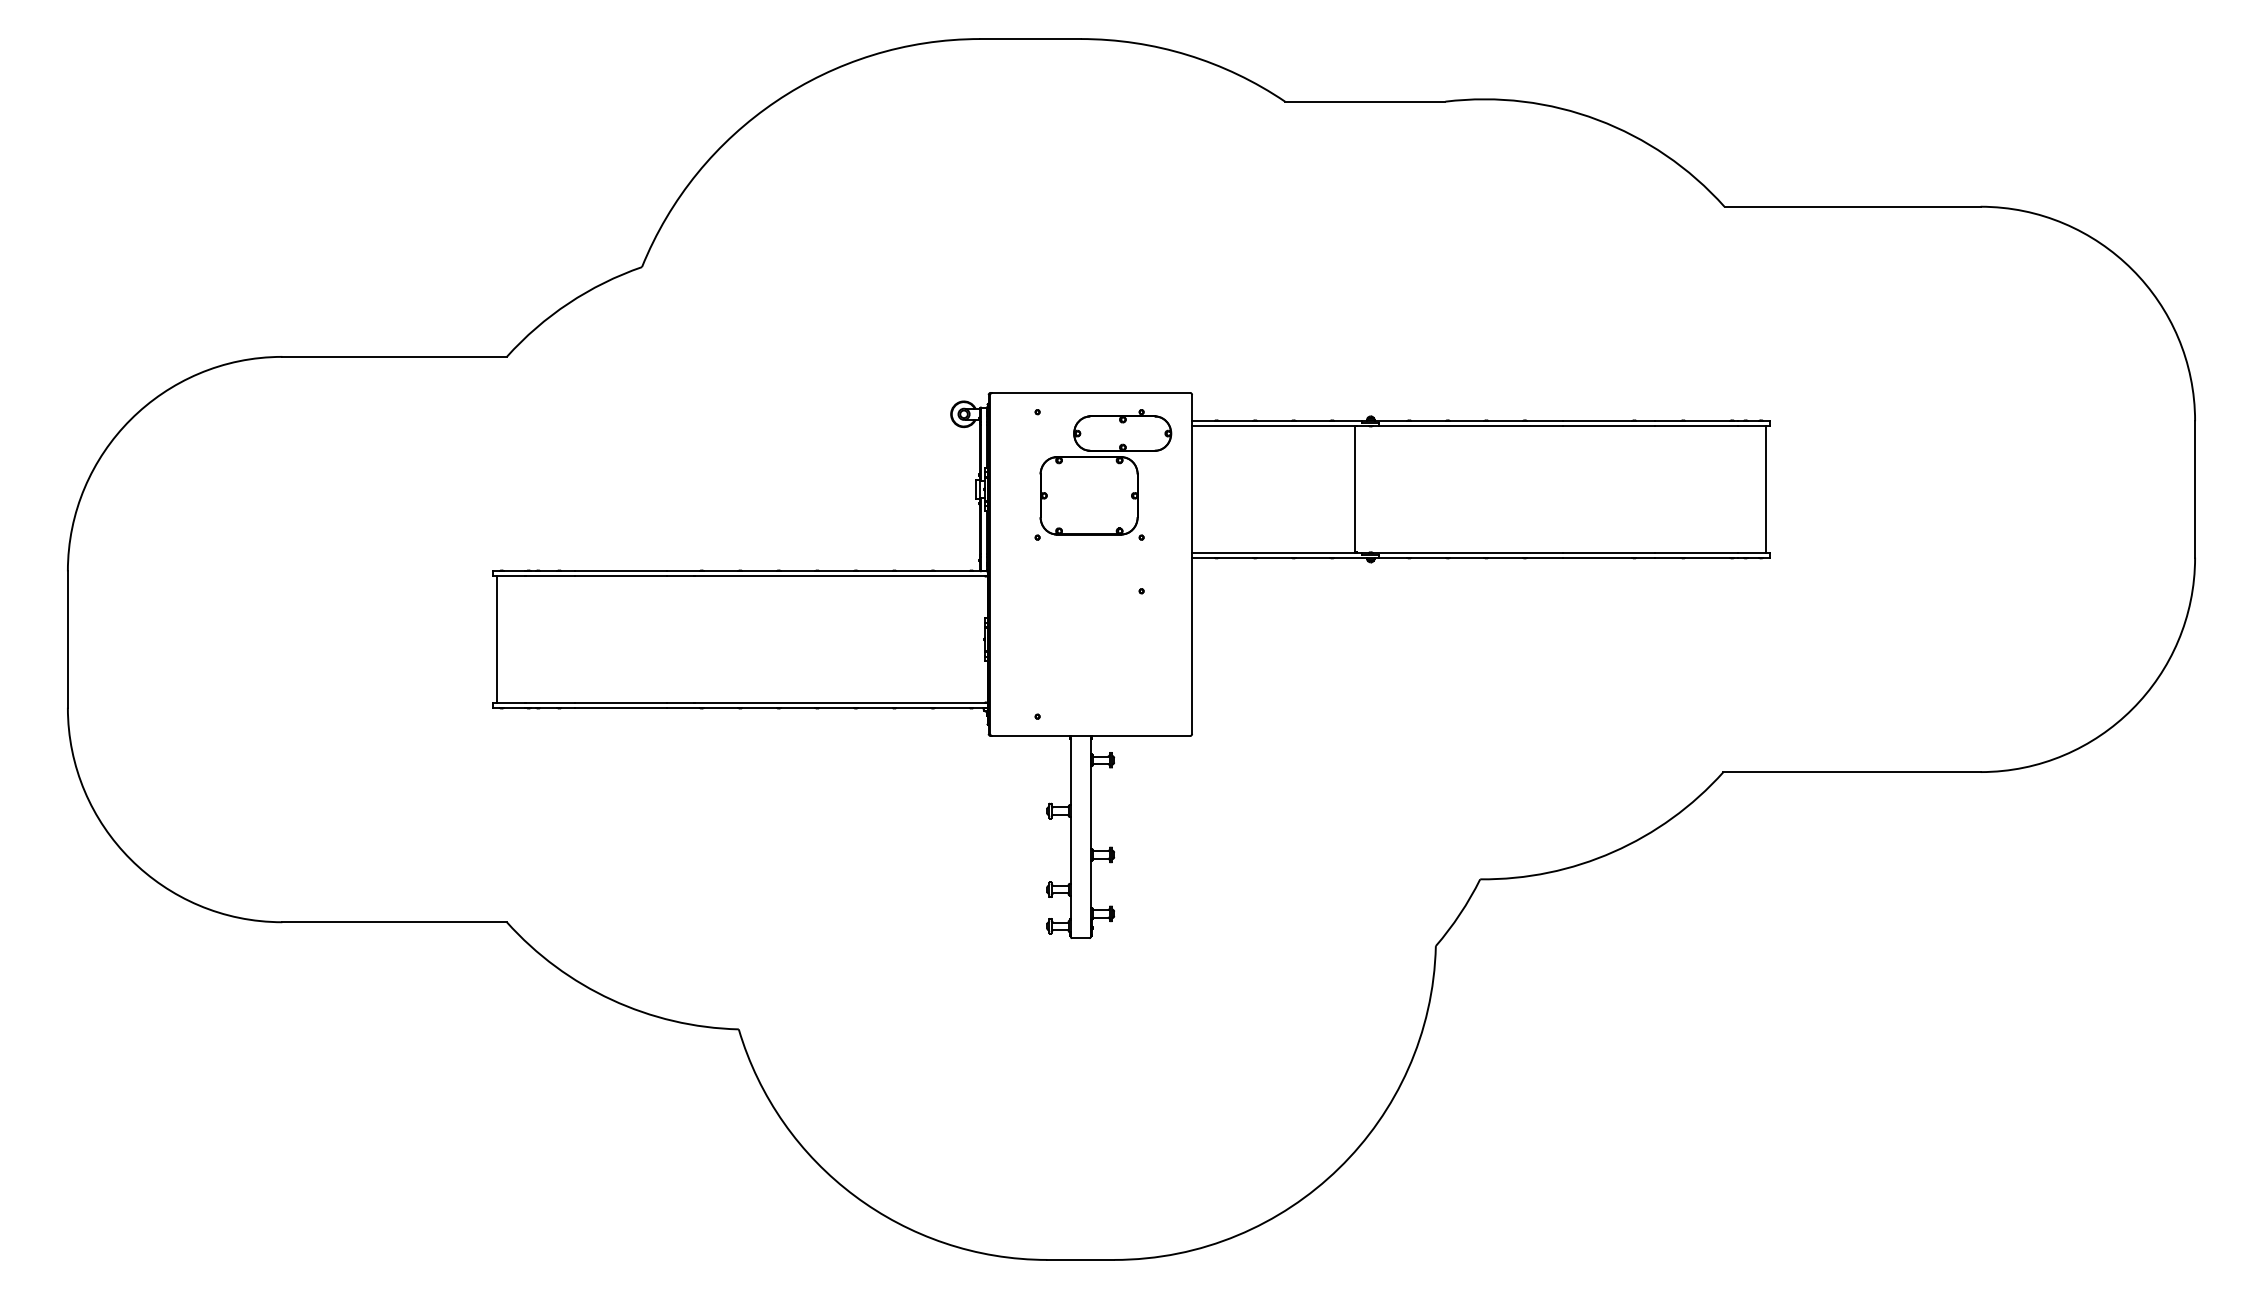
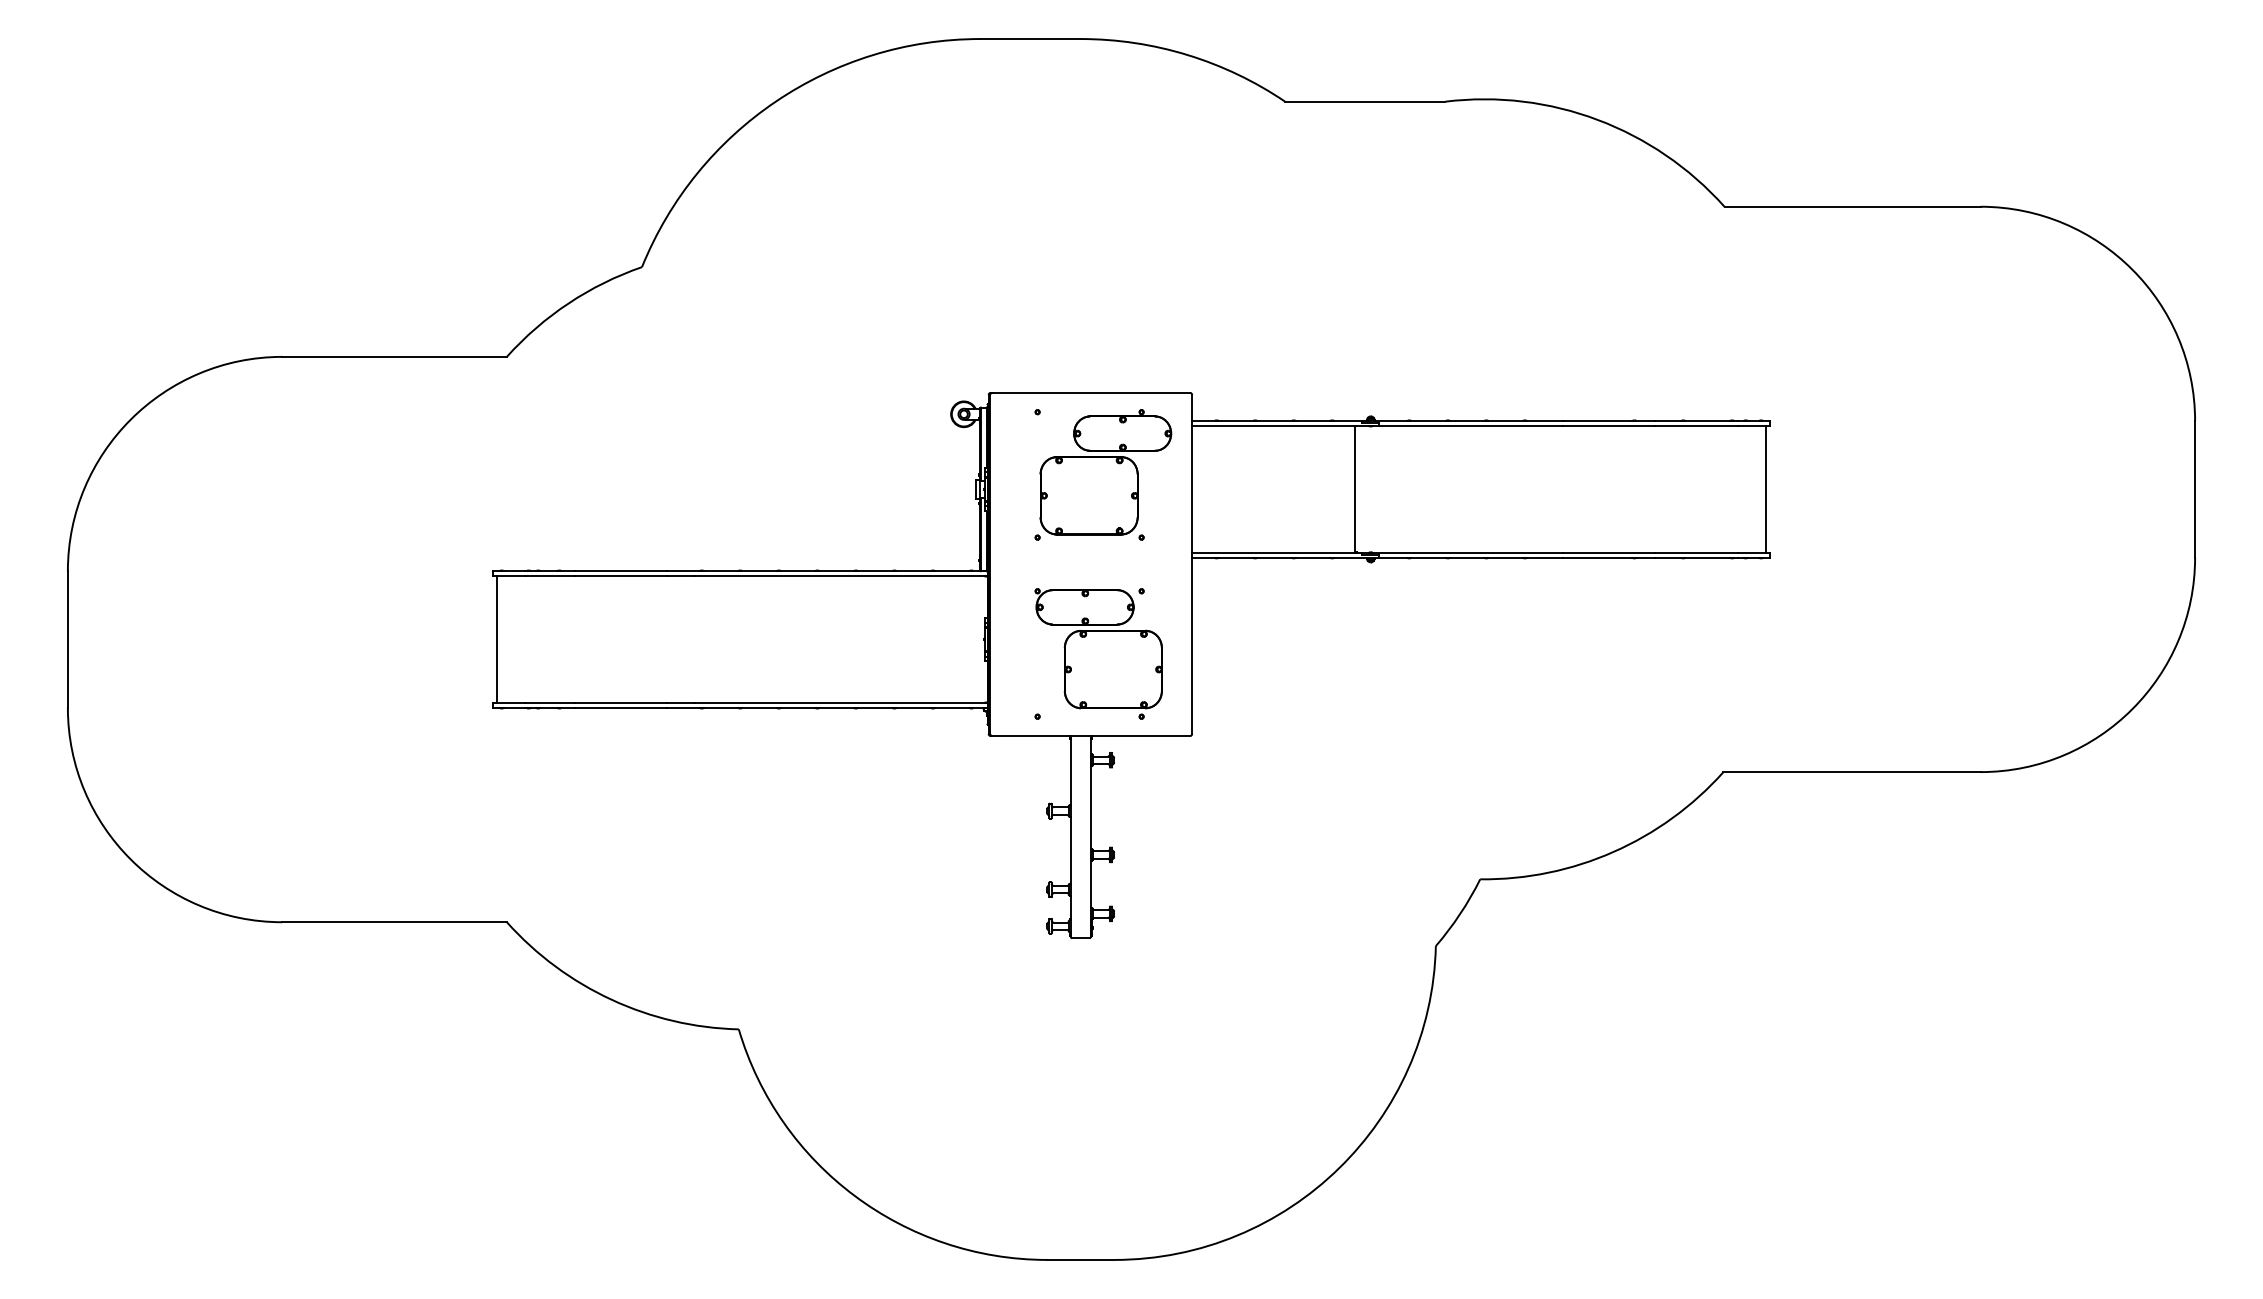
part at (1098, 653): none -> present
